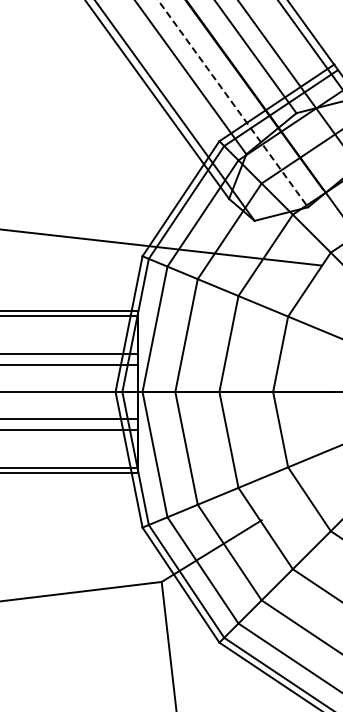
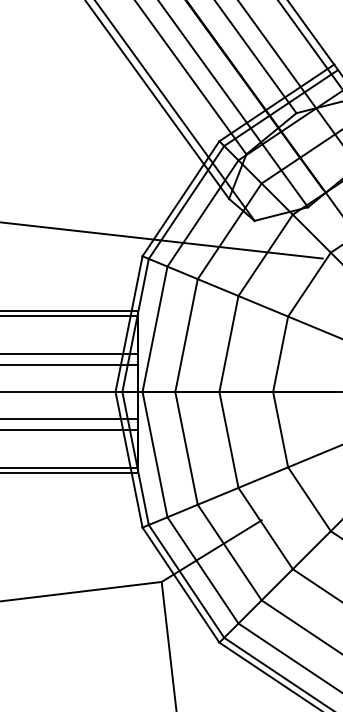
line at (232, 103): dashed -> solid
line at (161, 247) position: (161, 247) -> (162, 240)
